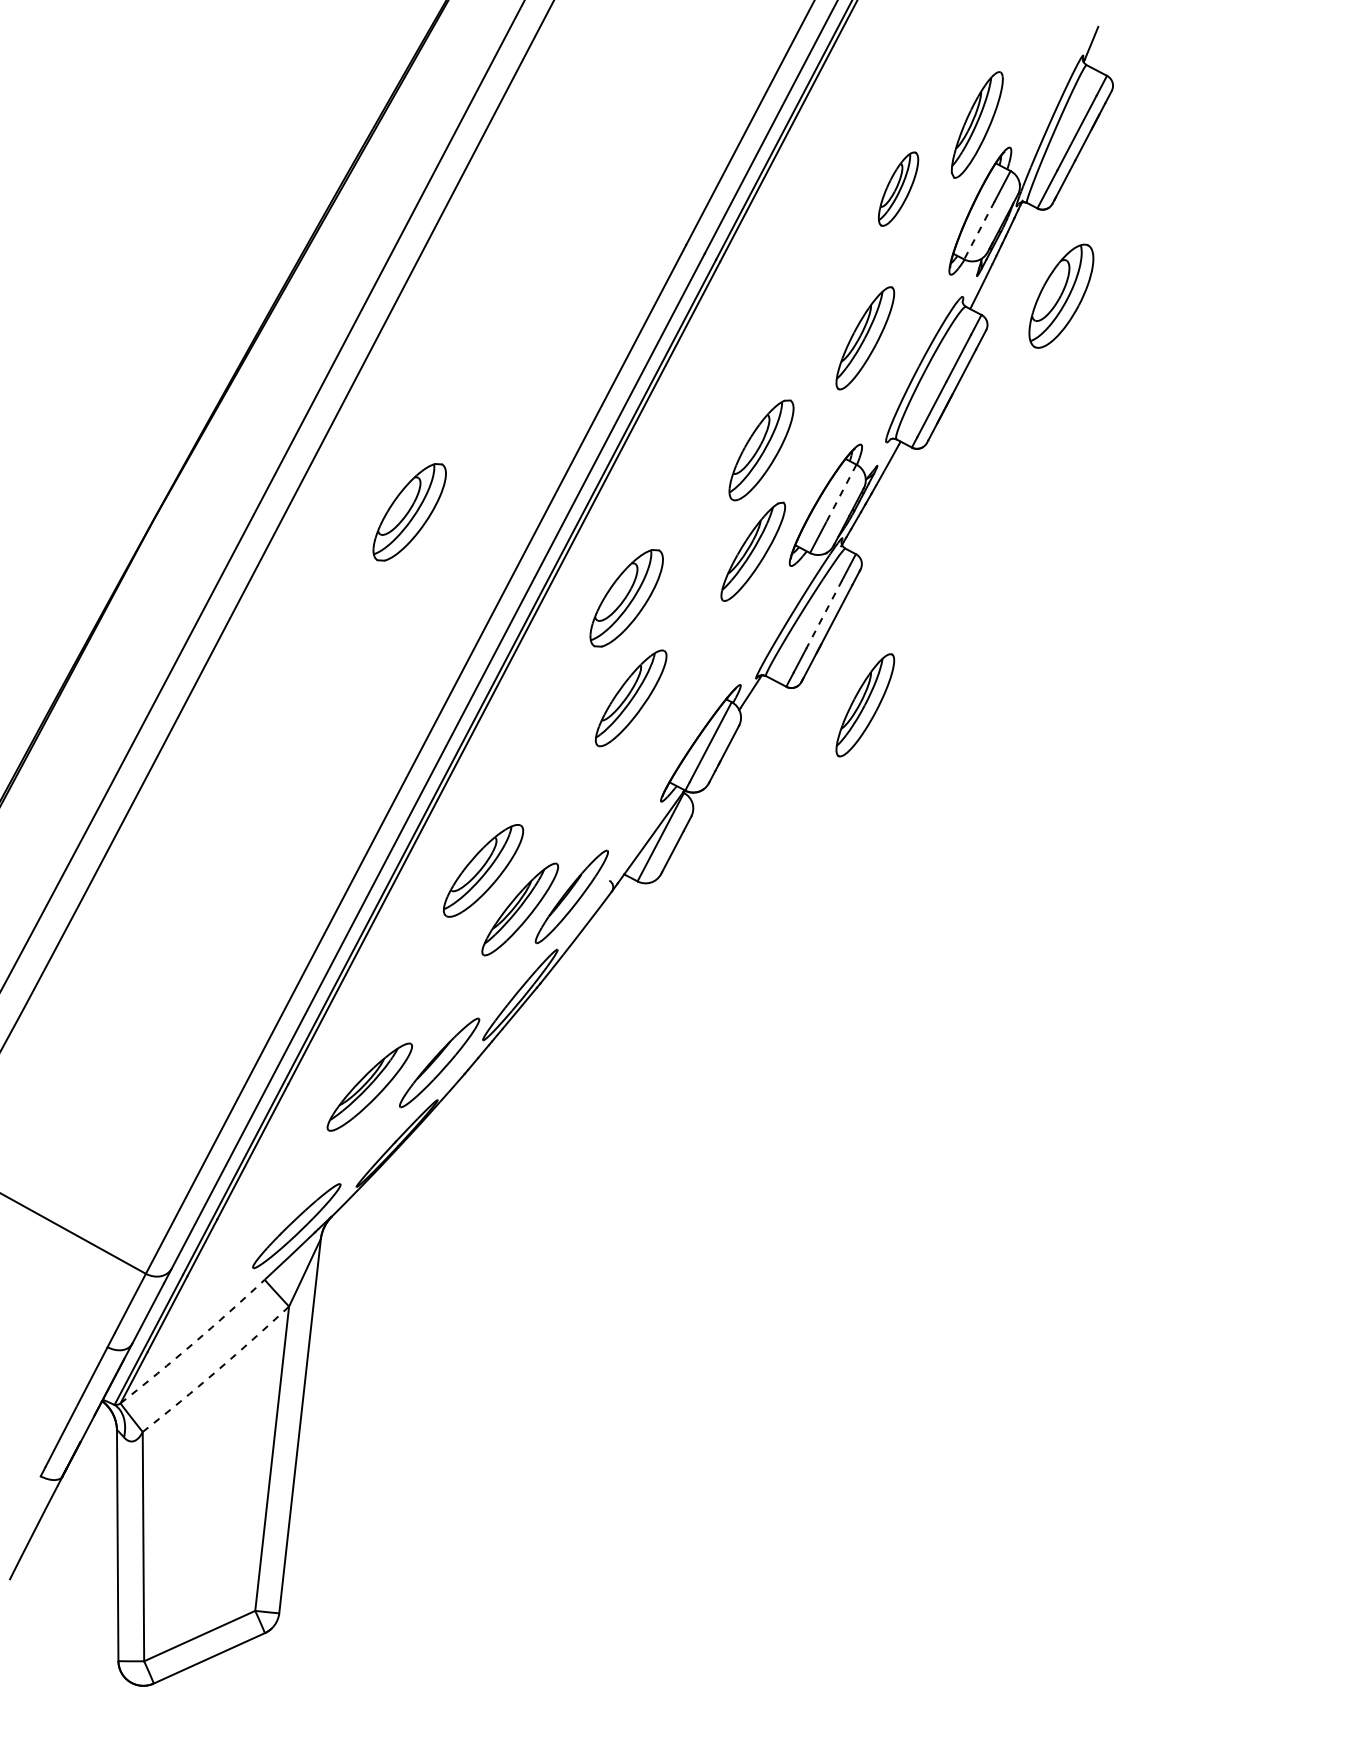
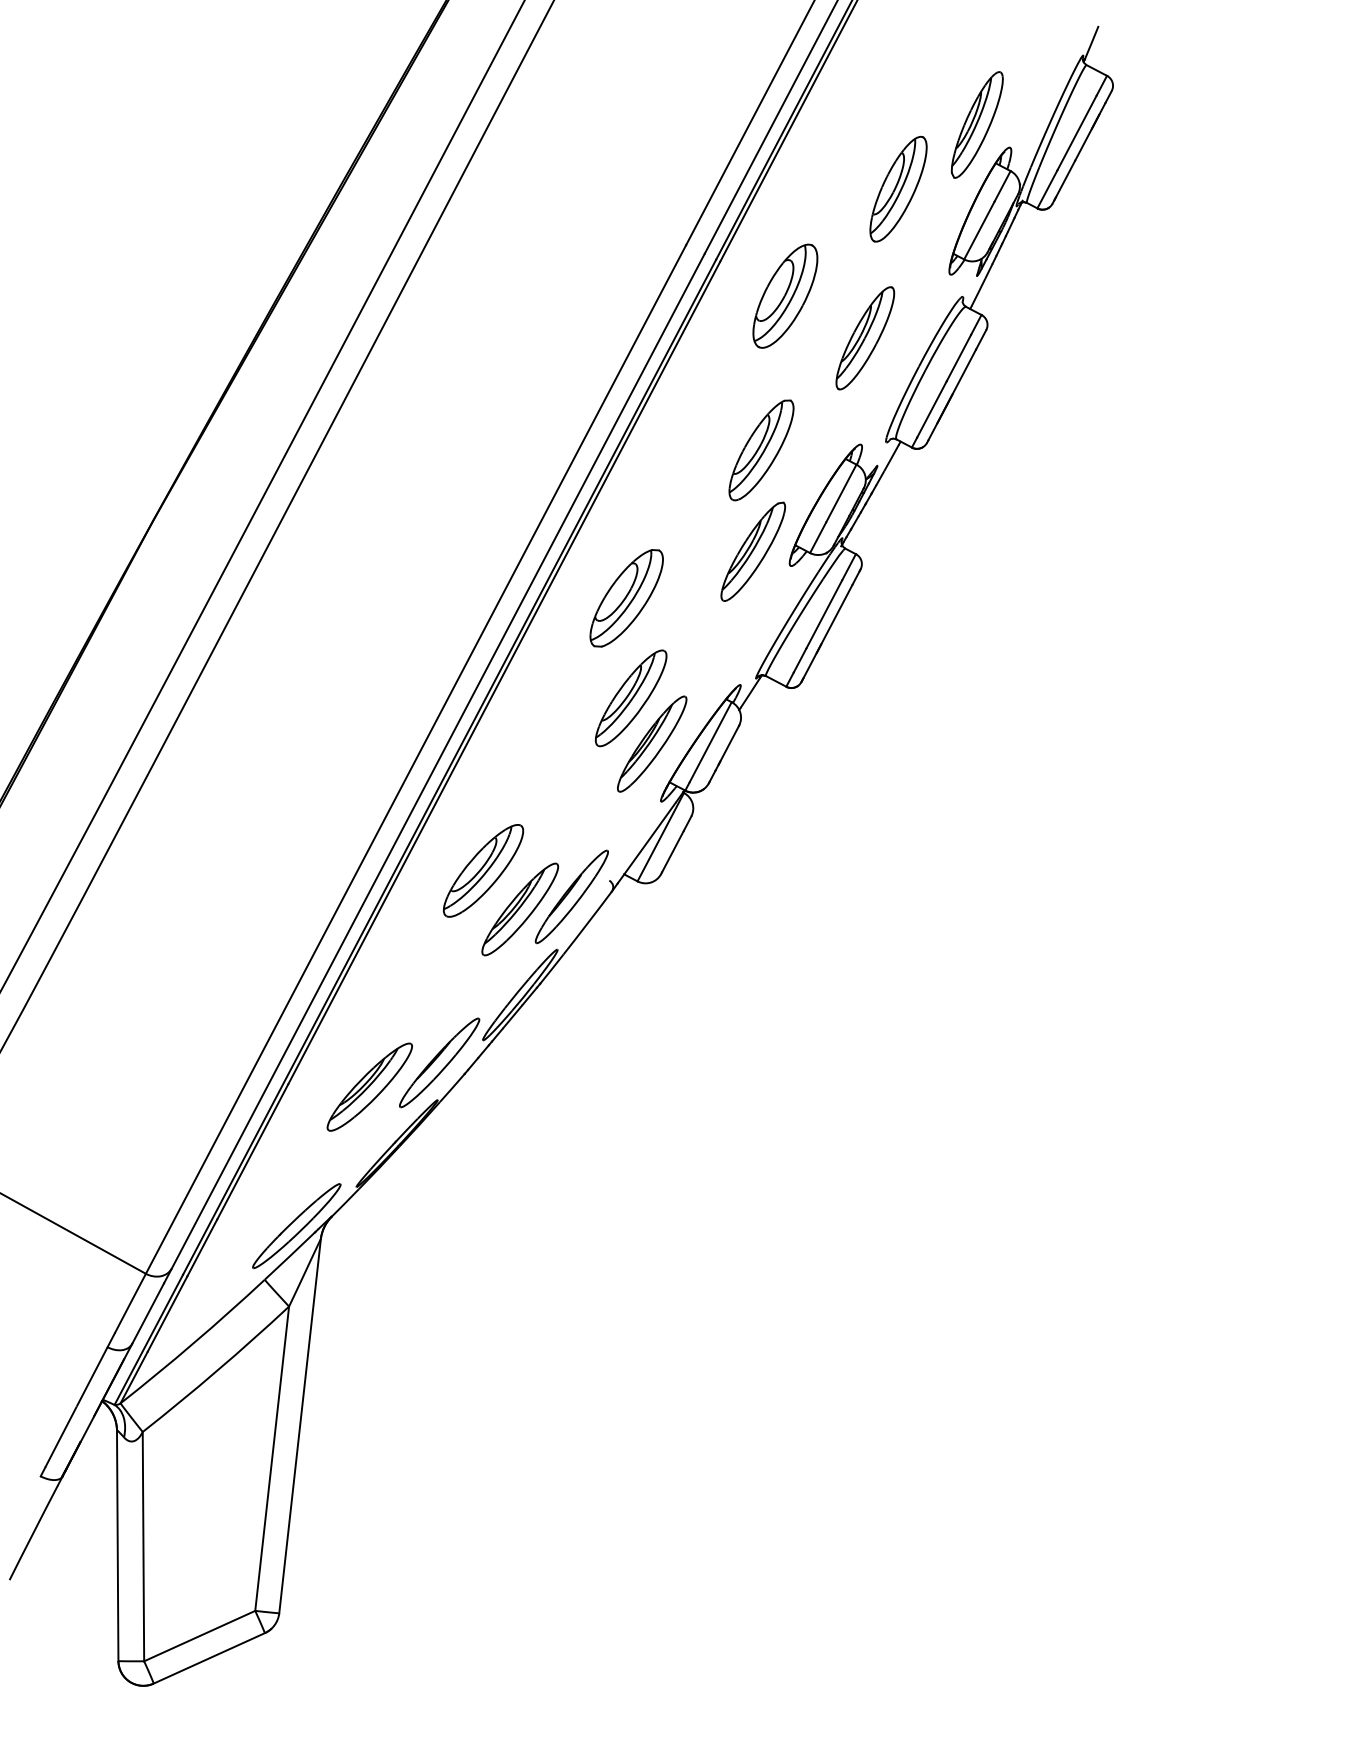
part at (898, 188) size: 43x76 px -> 59x108 px
line at (979, 230): dashed -> solid
part at (1061, 295) position: (1061, 295) -> (785, 295)
line at (841, 493): dashed -> solid
part at (409, 512): present -> none
line at (824, 614): dashed -> solid
part at (865, 705): present -> none
part at (652, 743): none -> present
arc at (193, 1343): dashed -> solid
arc at (217, 1370): dashed -> solid
